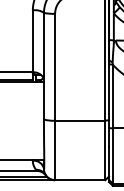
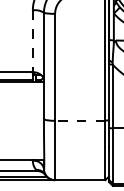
line at (32, 41): solid -> dashed
line at (79, 120): solid -> dashed
